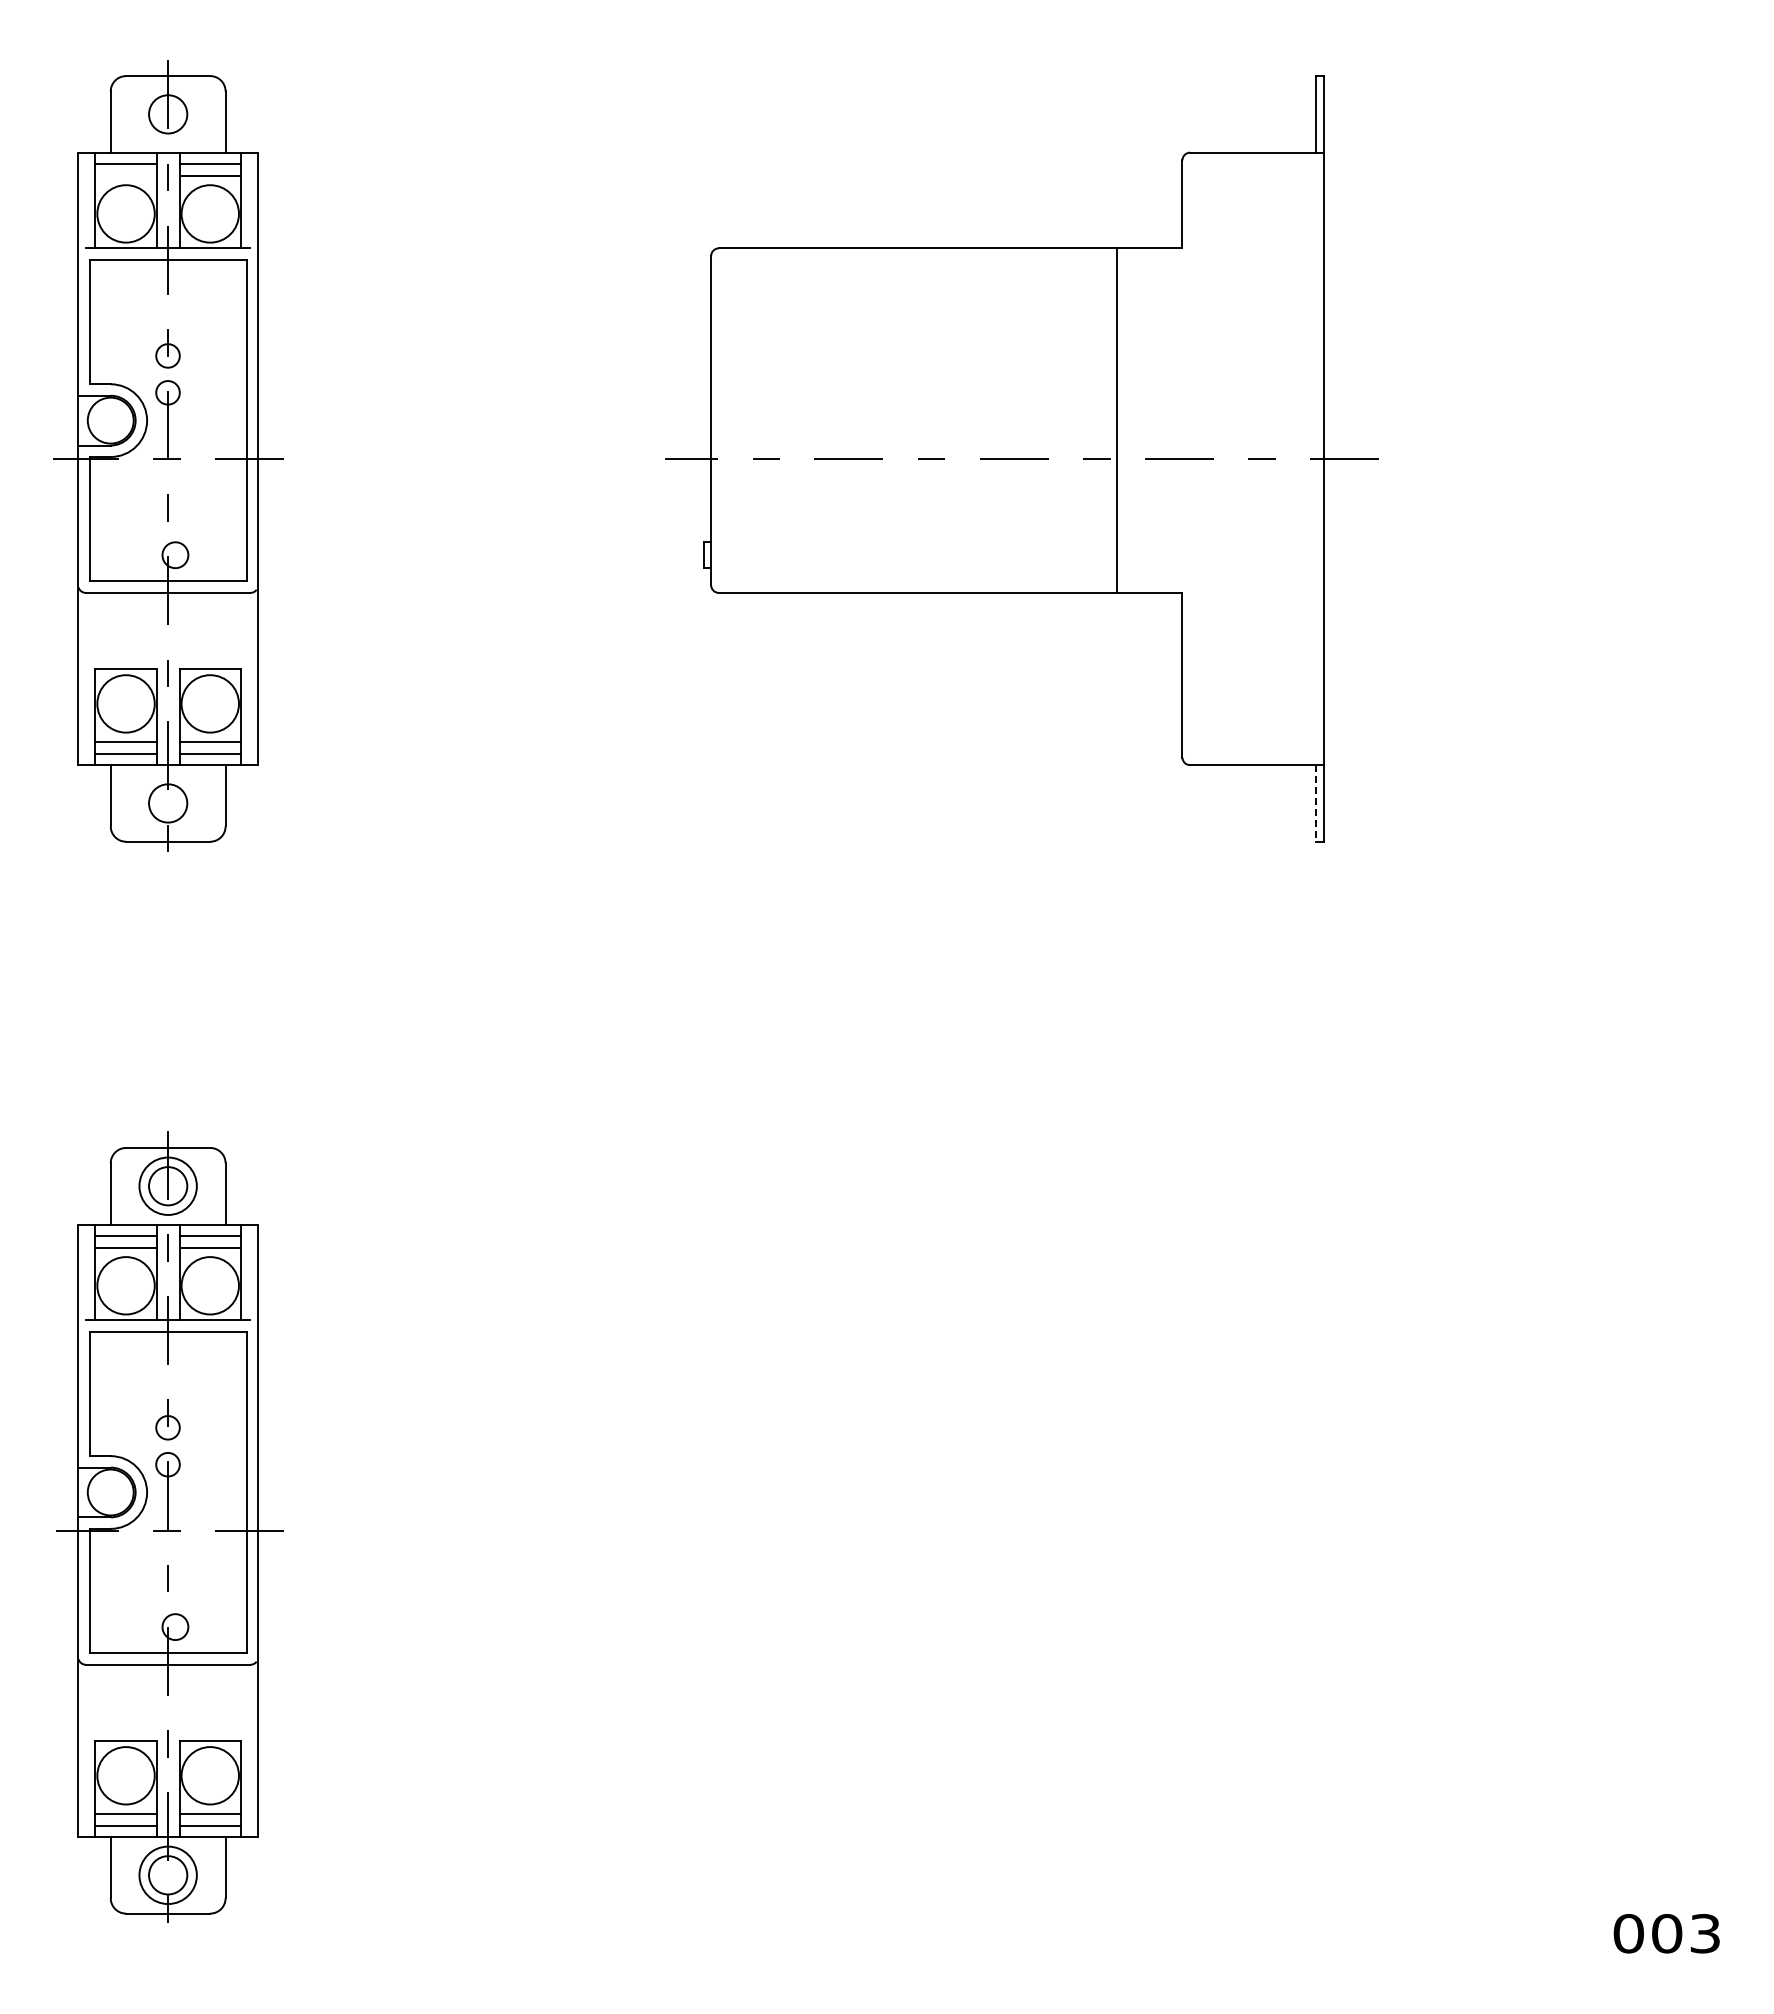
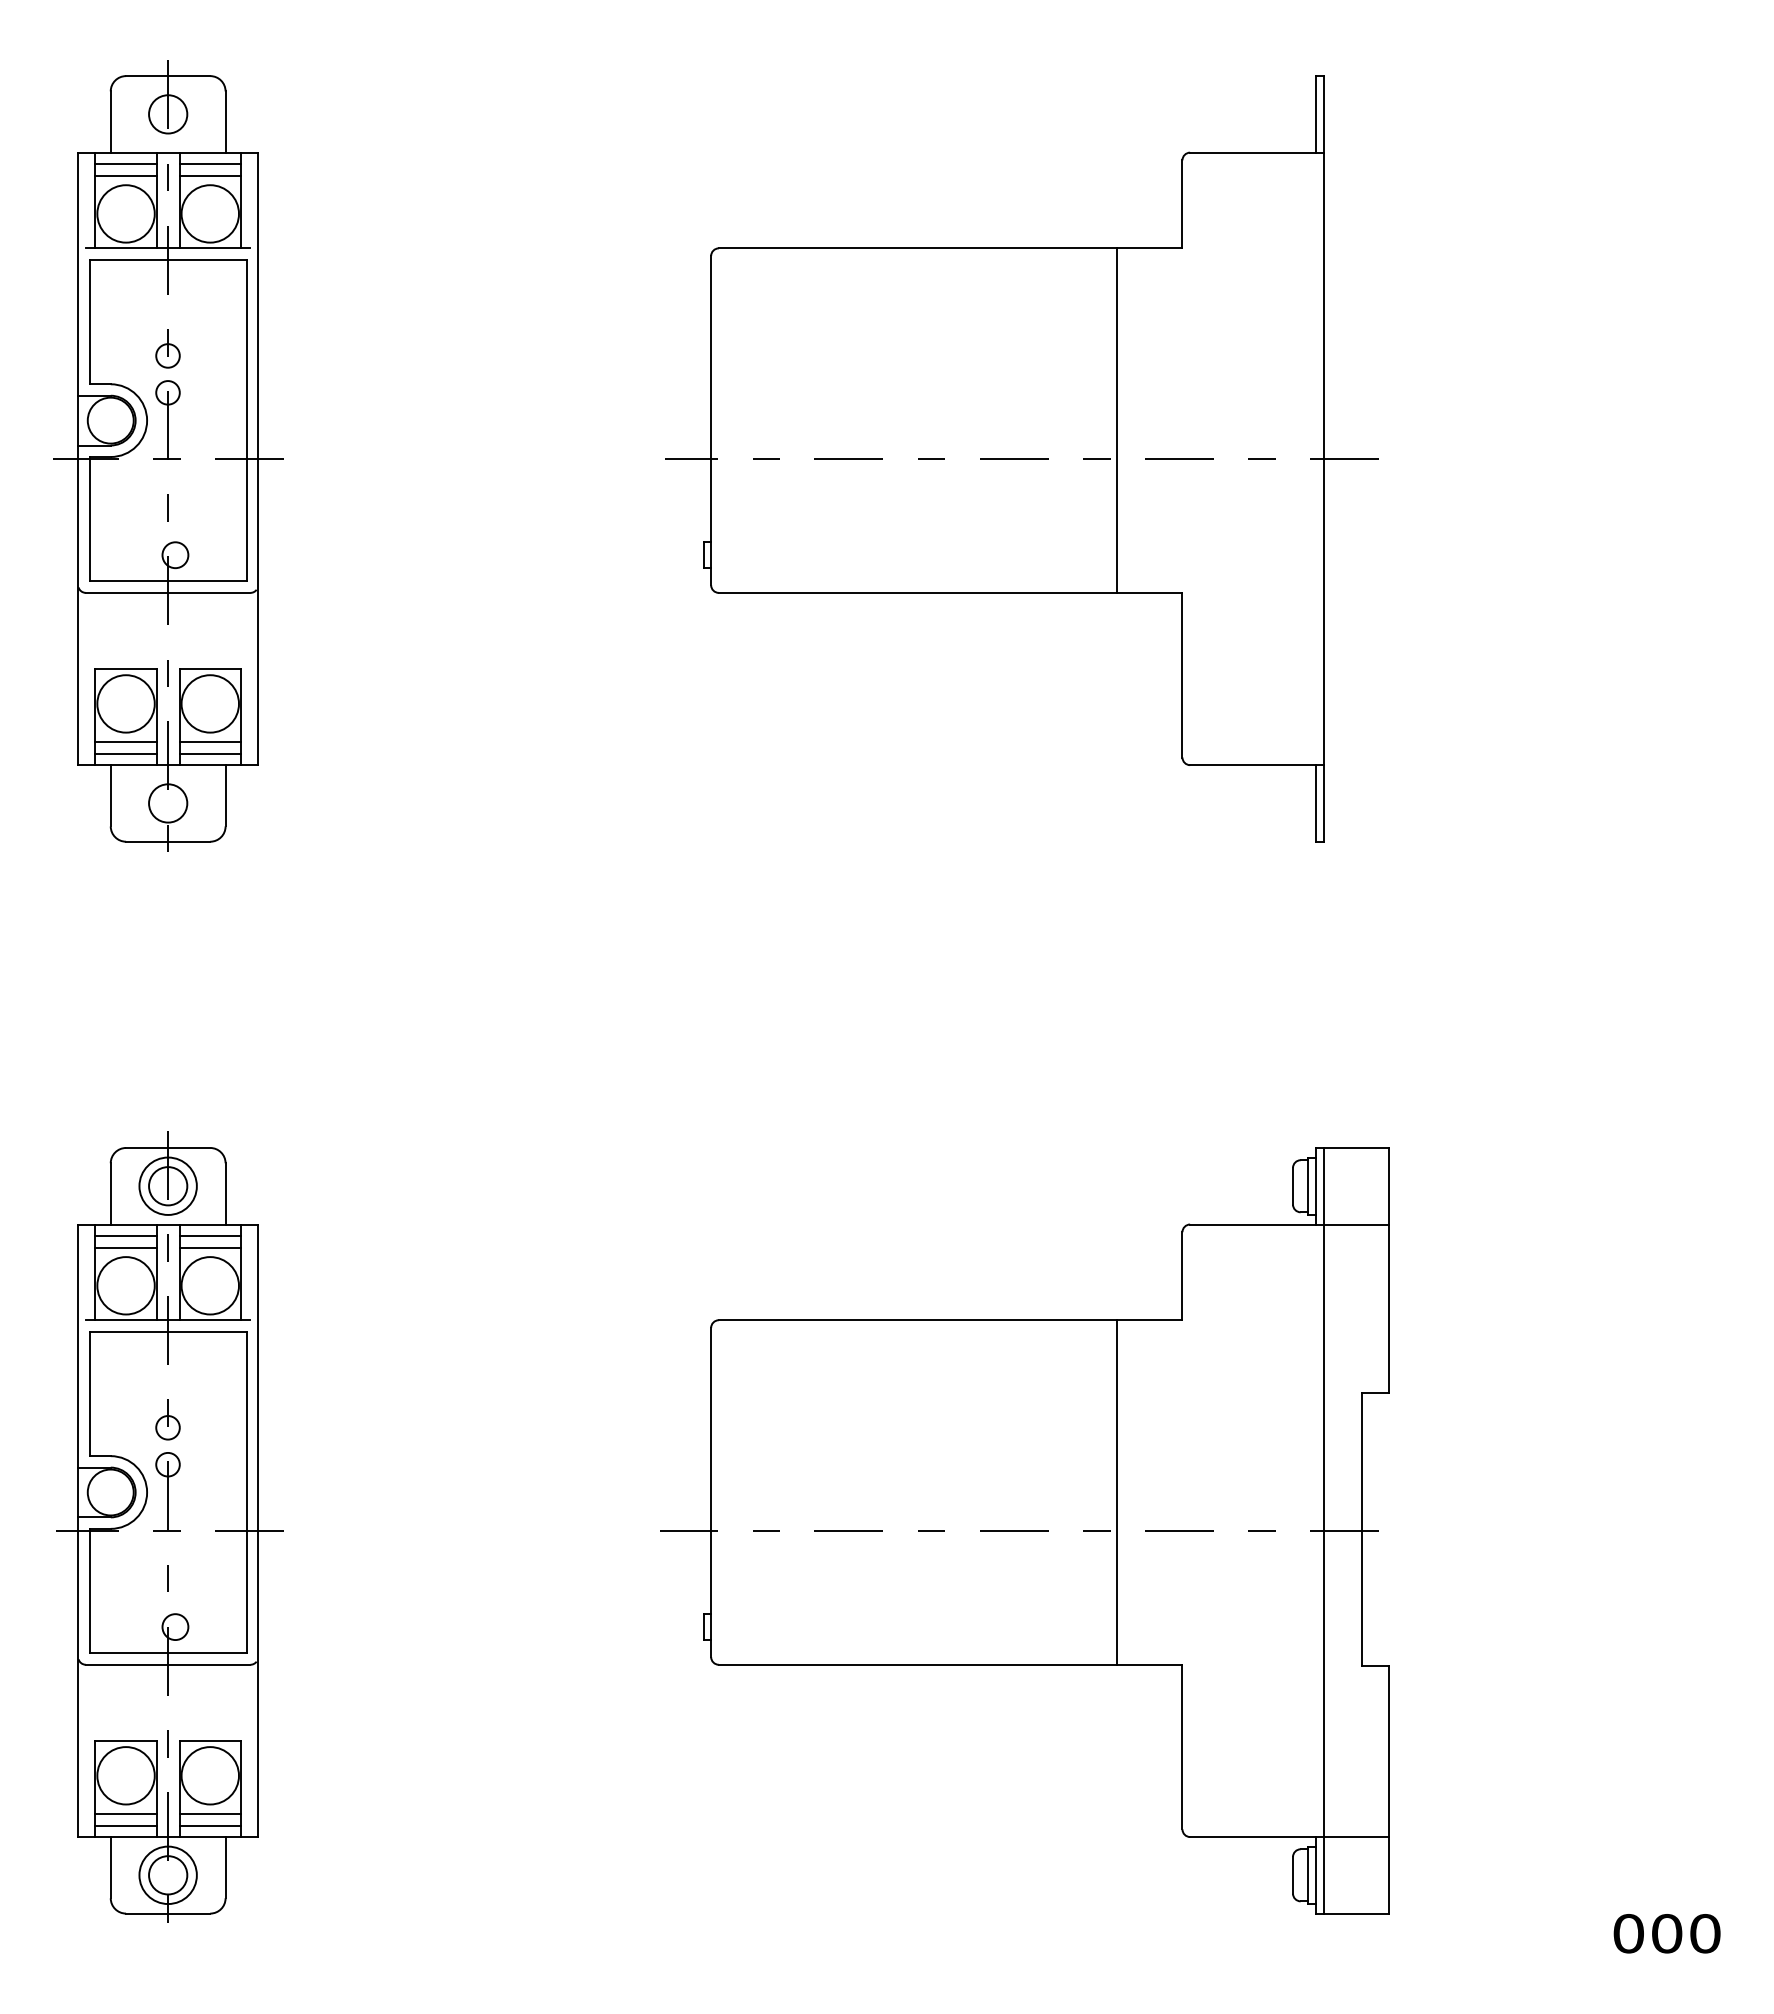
line at (125, 175): none -> present
line at (1316, 803): dashed -> solid
part at (1024, 1530): none -> present
text at (1705, 1933): 003 -> 000
